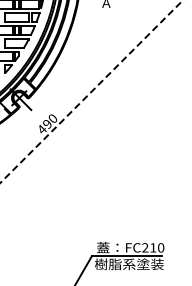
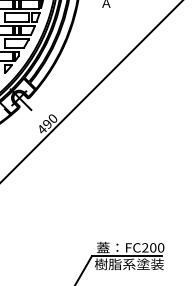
line at (92, 91): dashed -> solid
text at (153, 247): FC210 -> FC200
